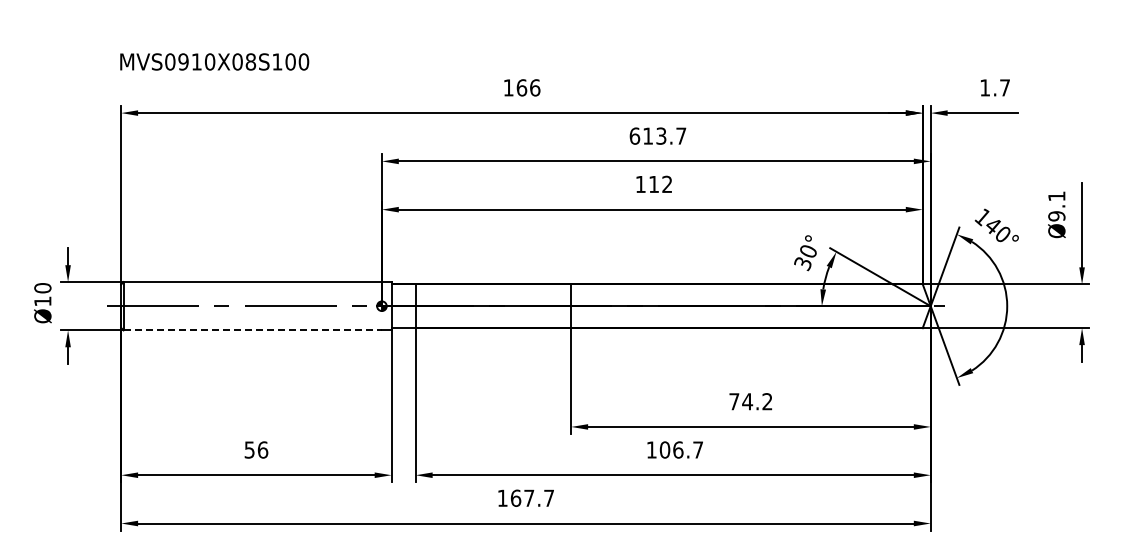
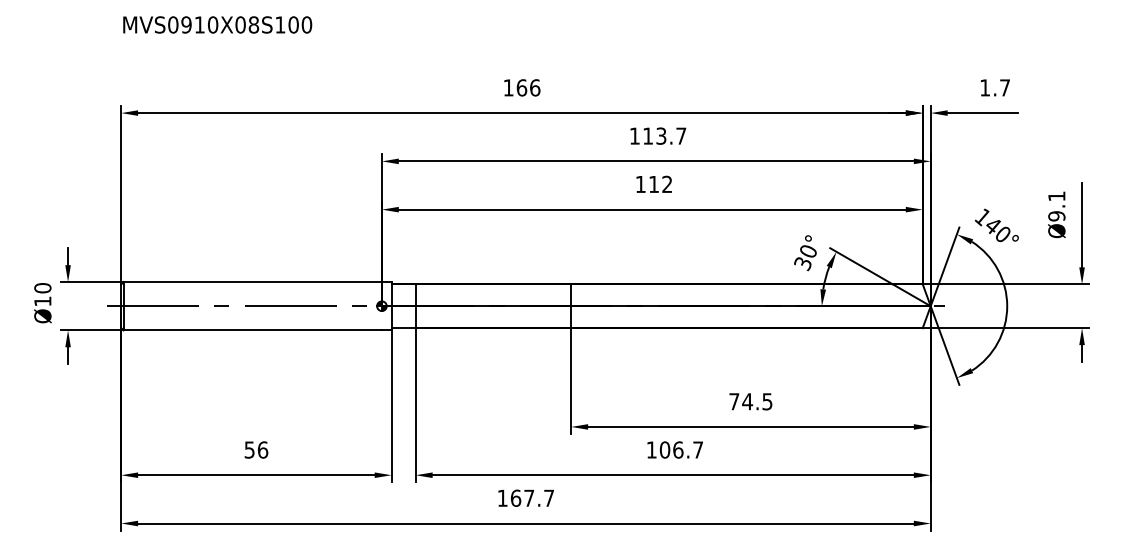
text at (214, 61) position: (214, 61) -> (217, 24)
text at (634, 135): 613.7 -> 113.7
line at (253, 330): dashed -> solid
text at (767, 401): 74.2 -> 74.5
